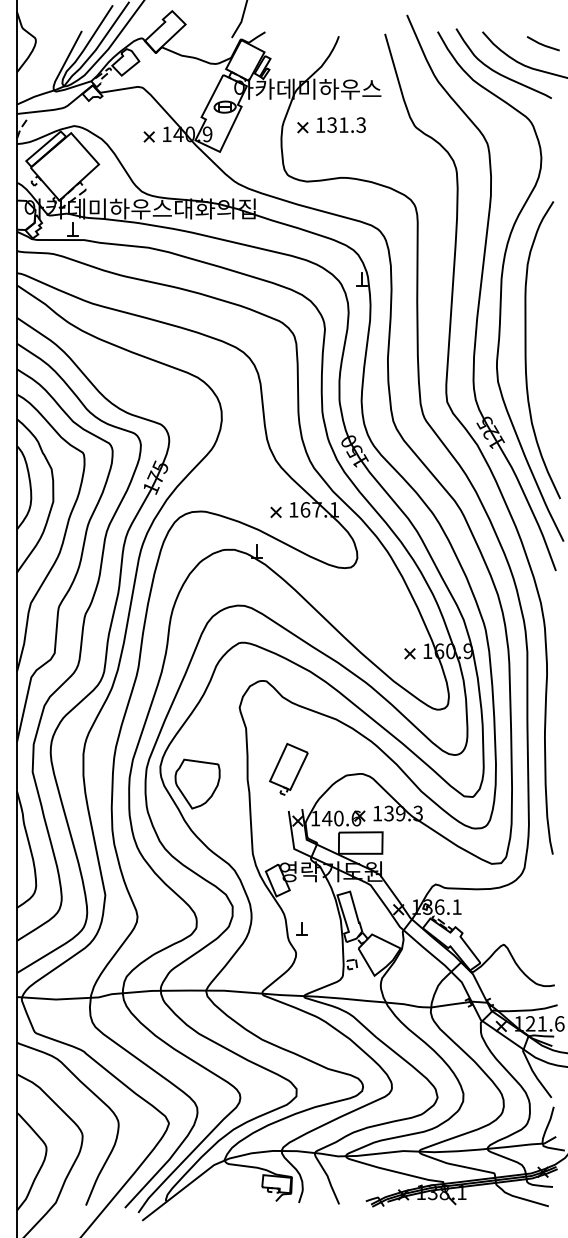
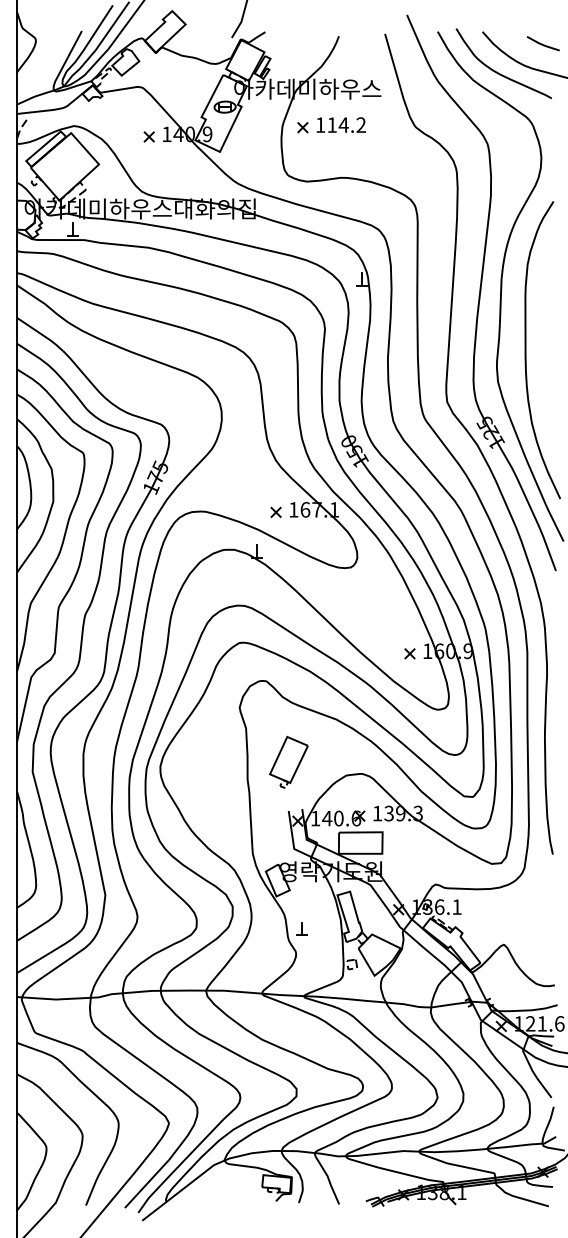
text at (346, 124): 131.3 -> 114.2
part at (288, 769) position: (288, 769) -> (288, 762)
part at (197, 783): present -> none
